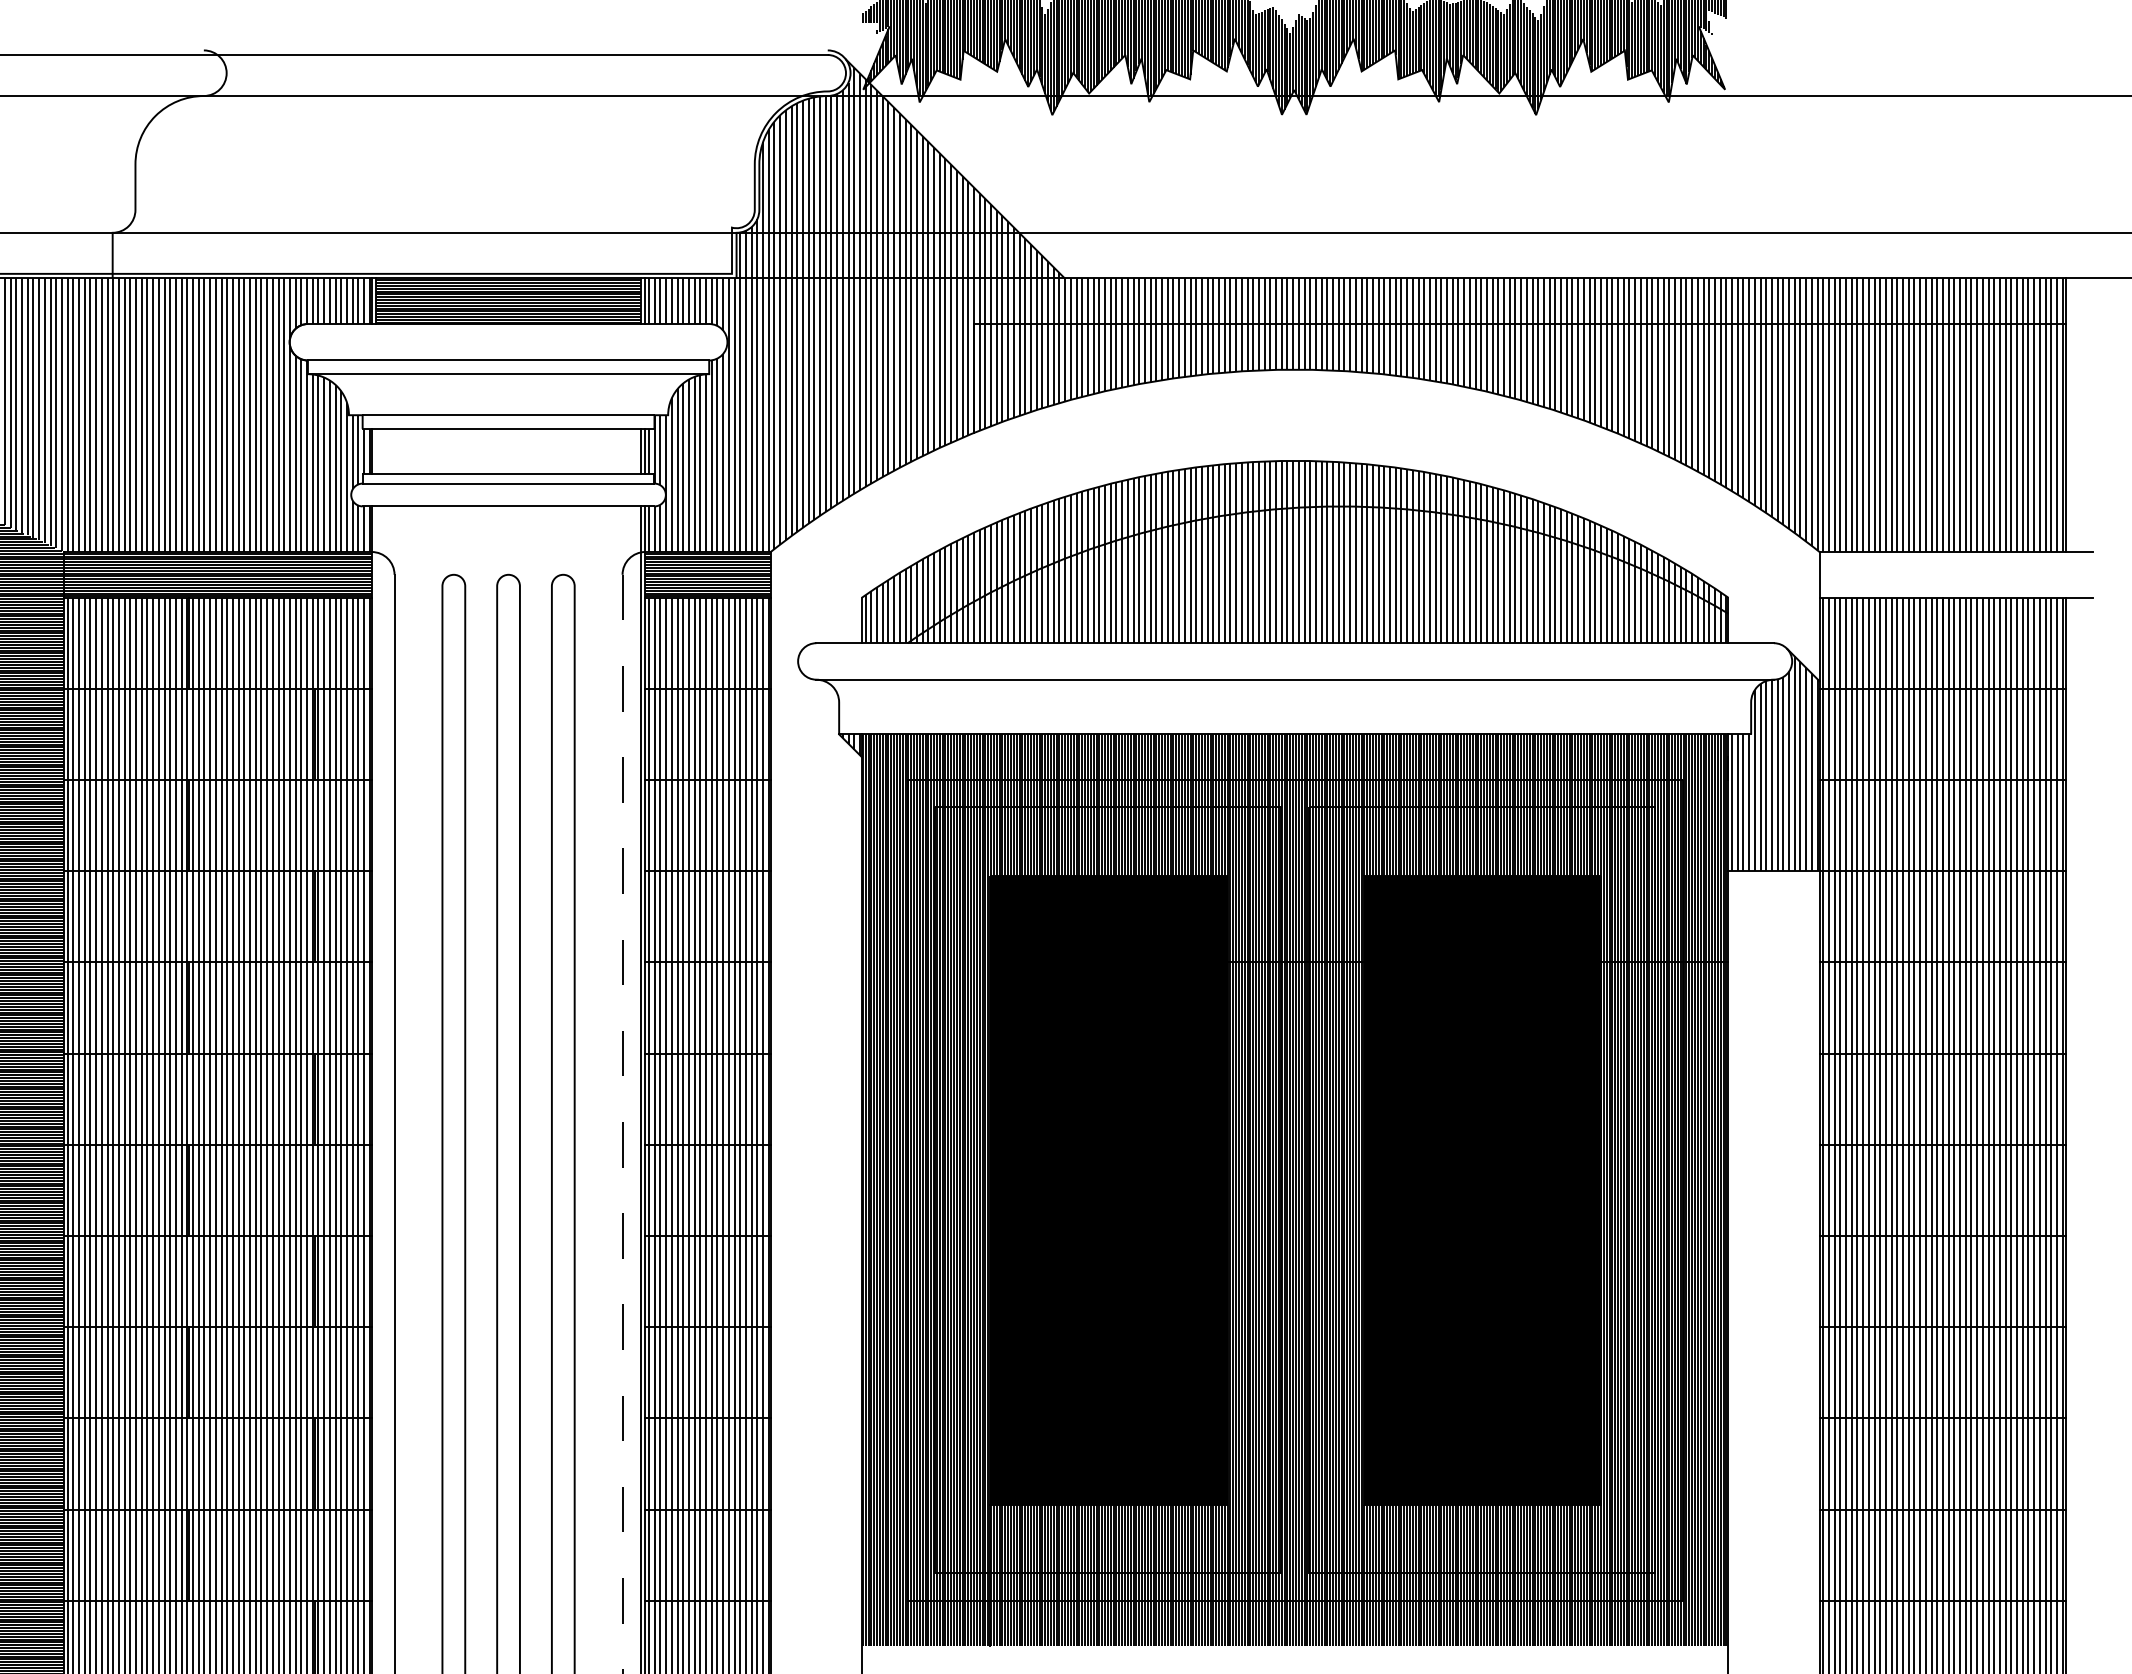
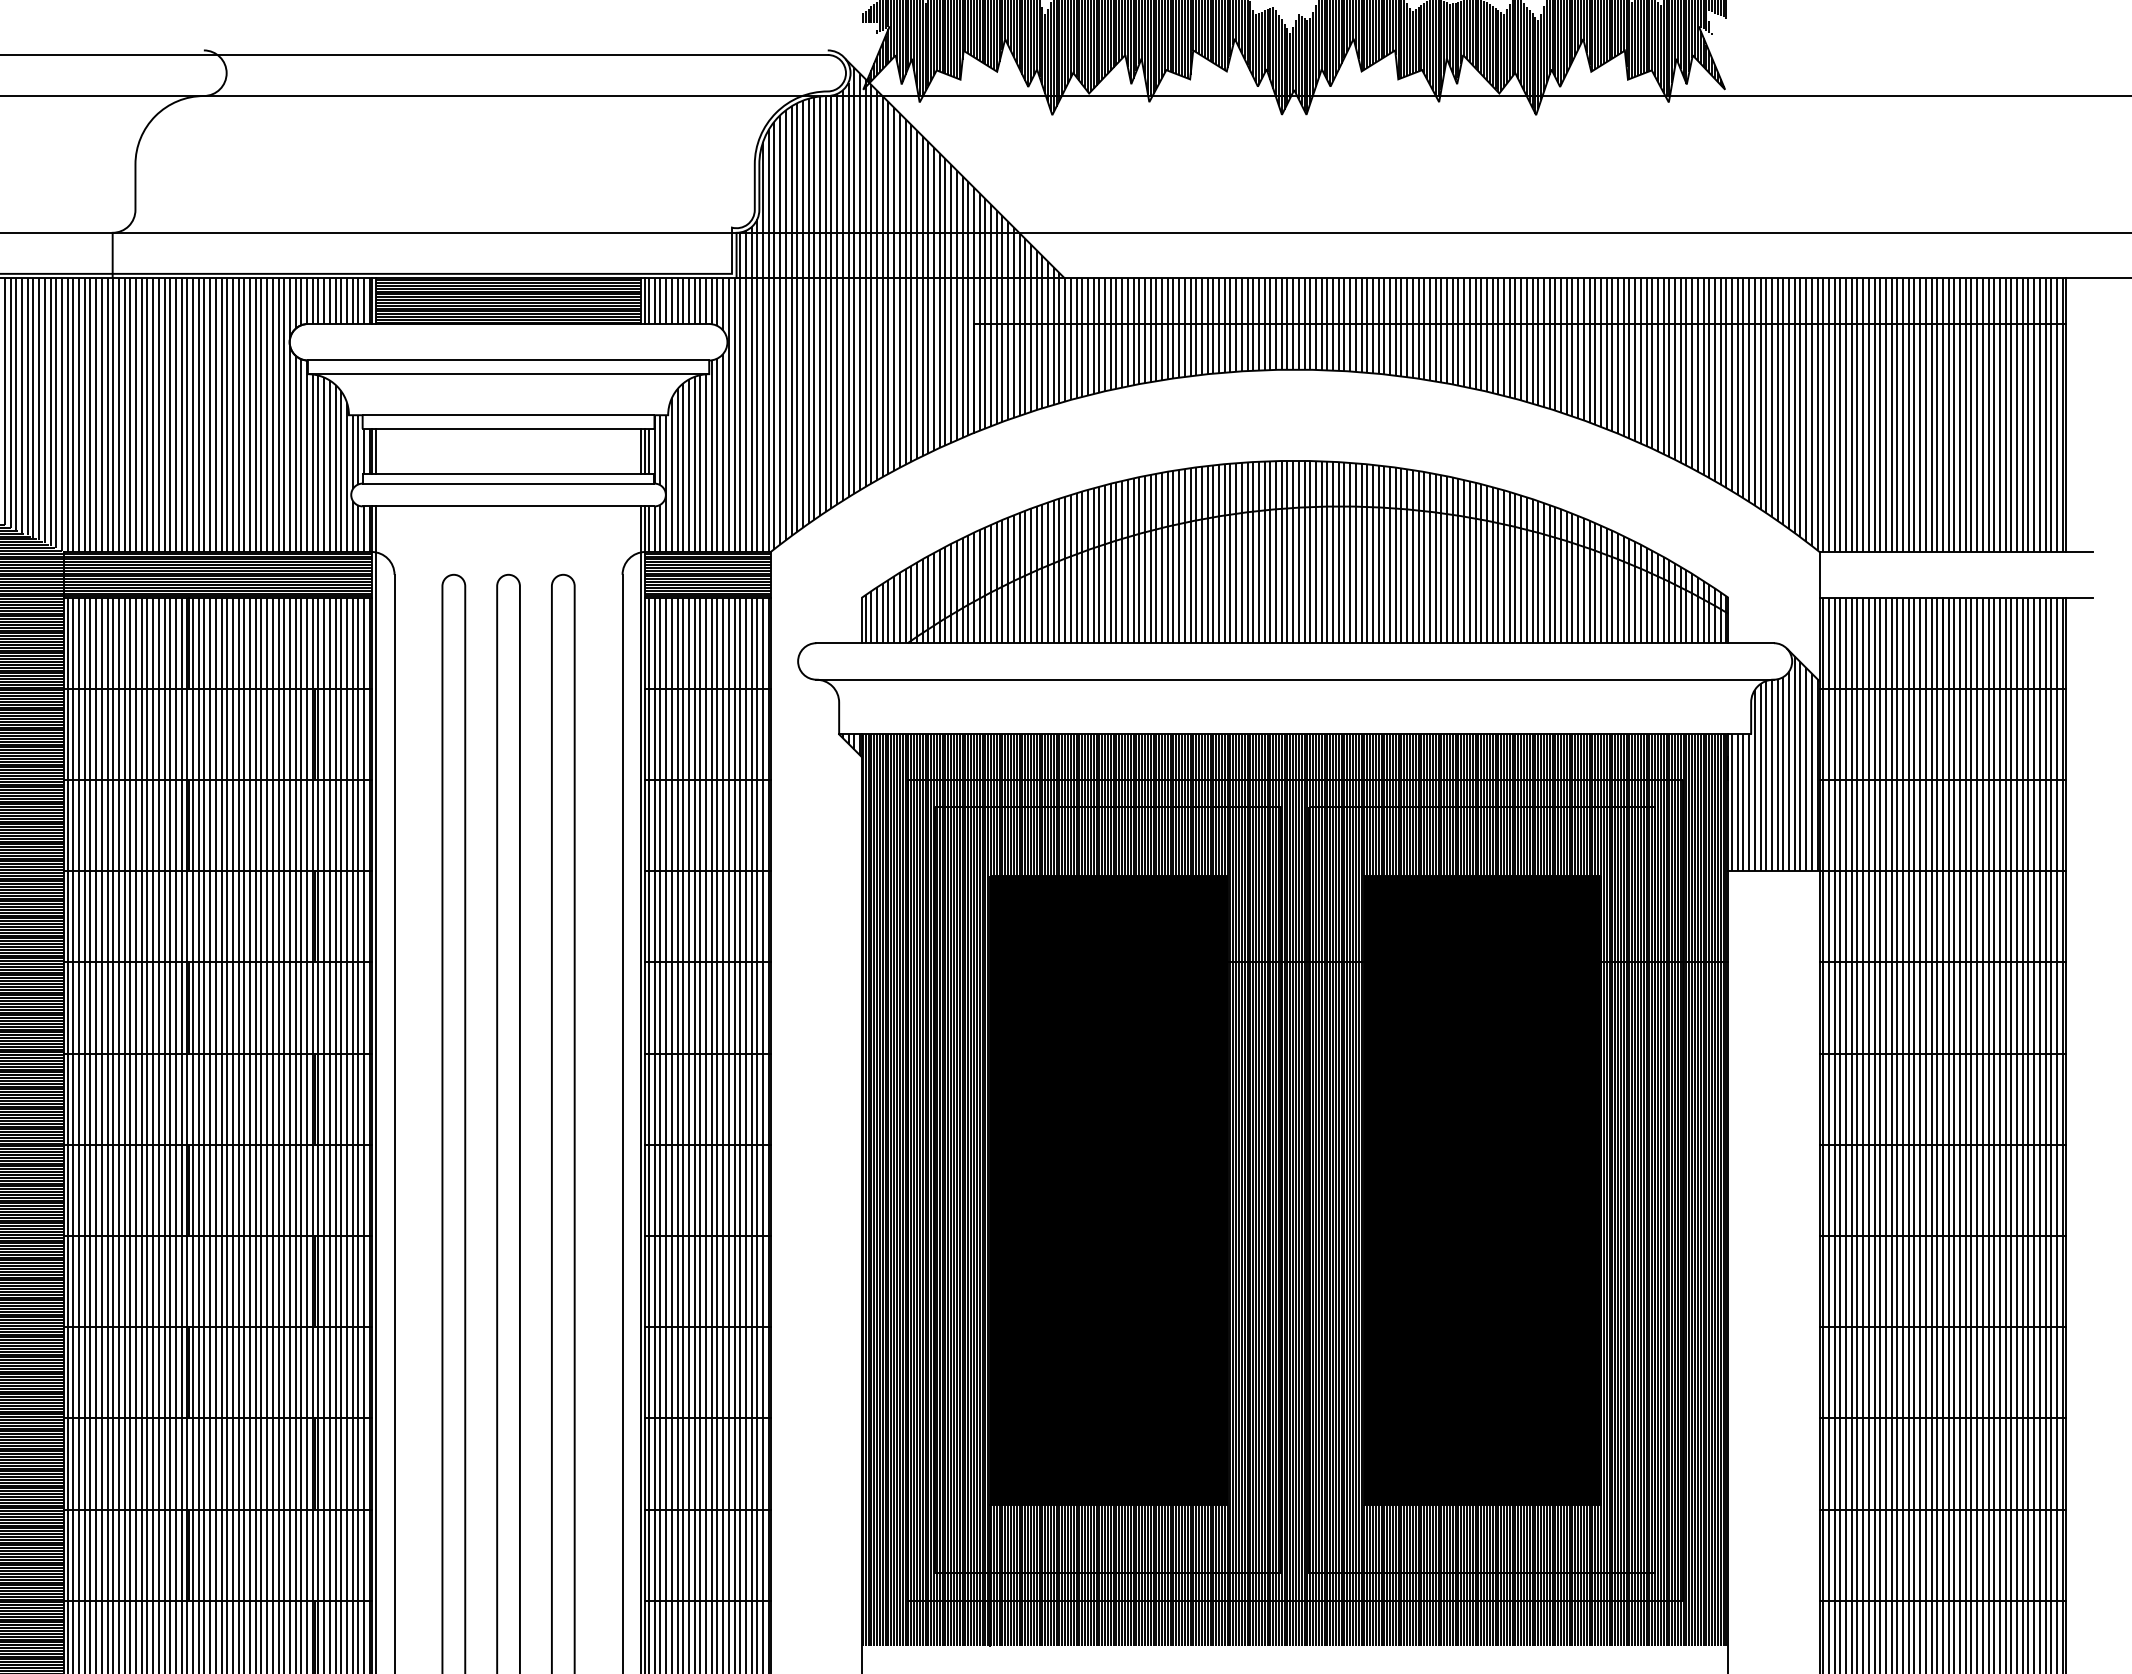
line at (376, 451): none -> present
line at (376, 1088): none -> present
line at (622, 1124): dashed -> solid
